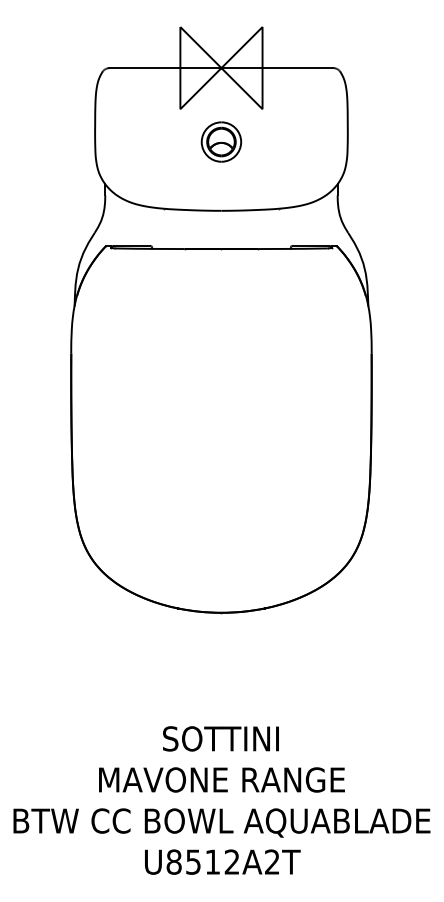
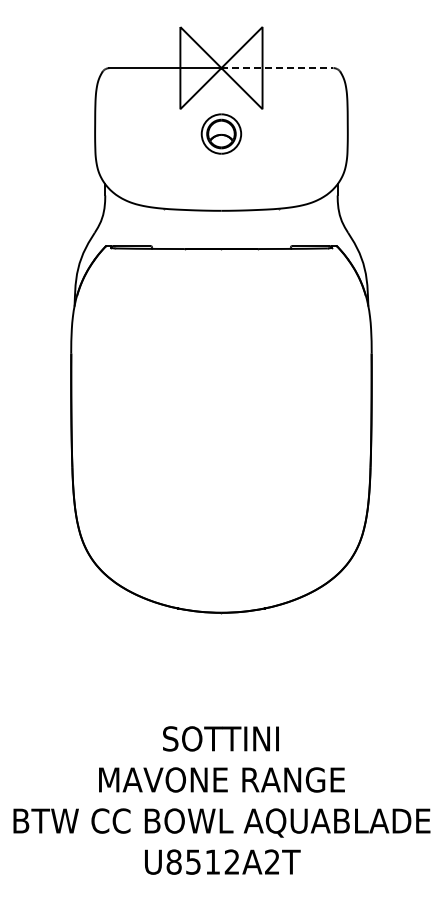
line at (277, 68): solid -> dashed
part at (221, 141) position: (221, 141) -> (221, 133)
